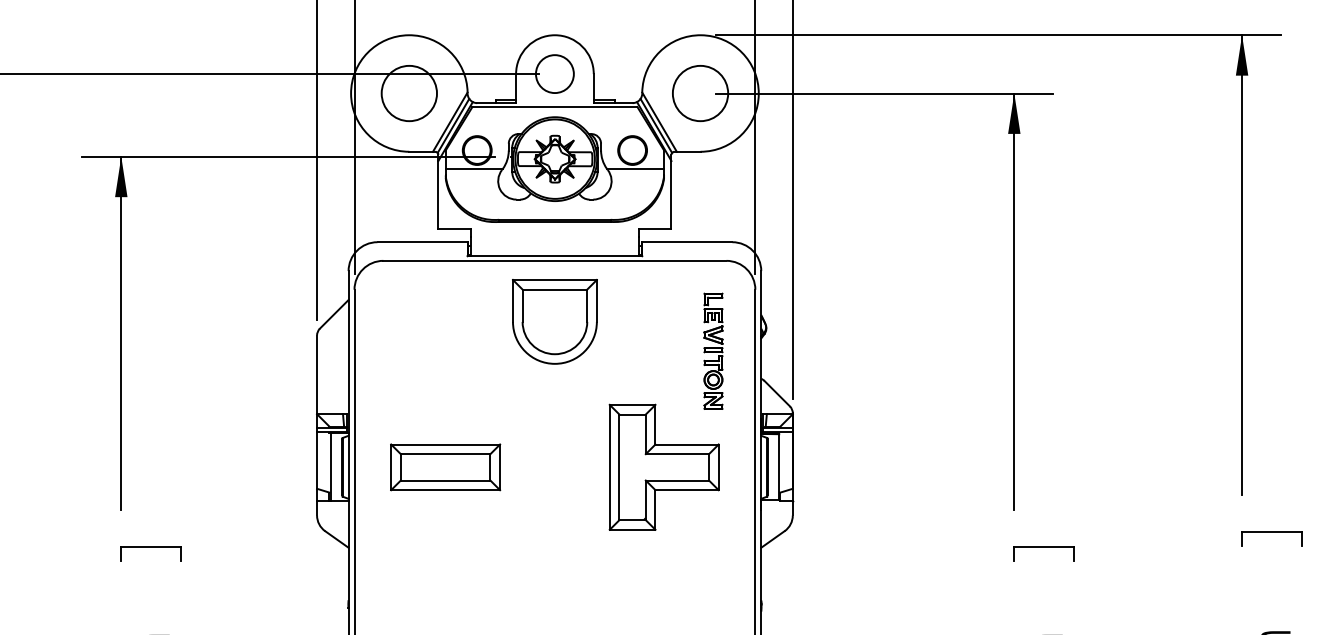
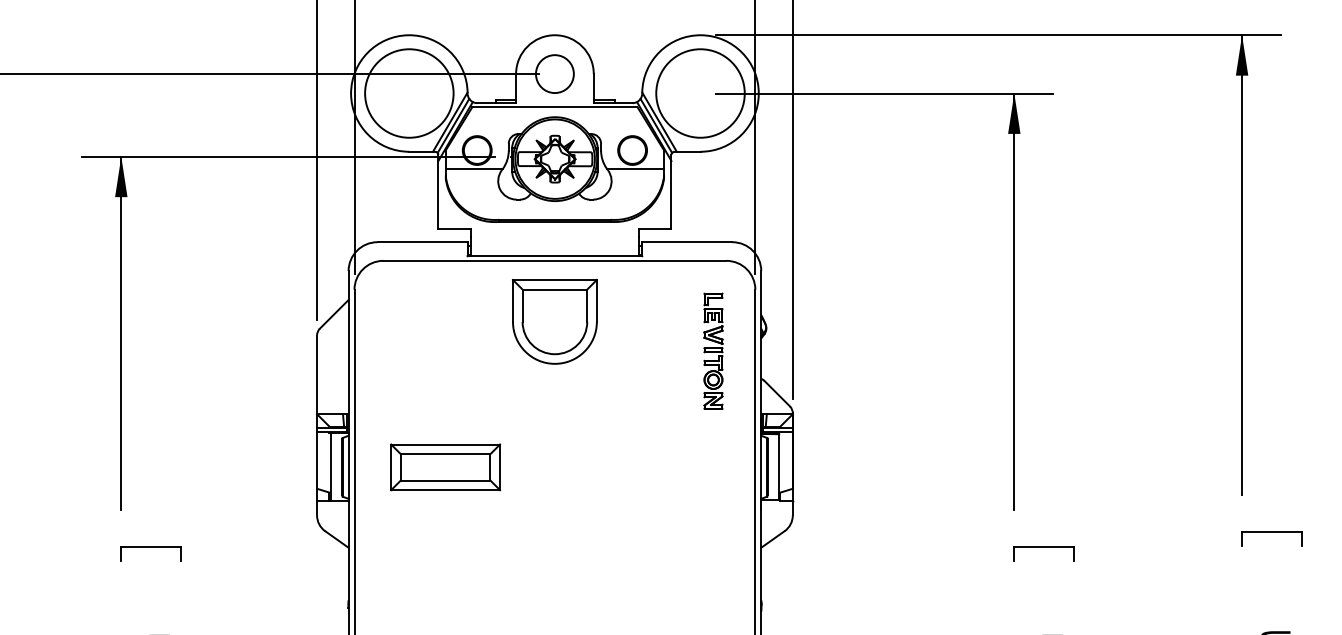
circle at (409, 93) diameter: 55 px -> 88 px
circle at (700, 93) diameter: 55 px -> 88 px
part at (663, 466): present -> none
